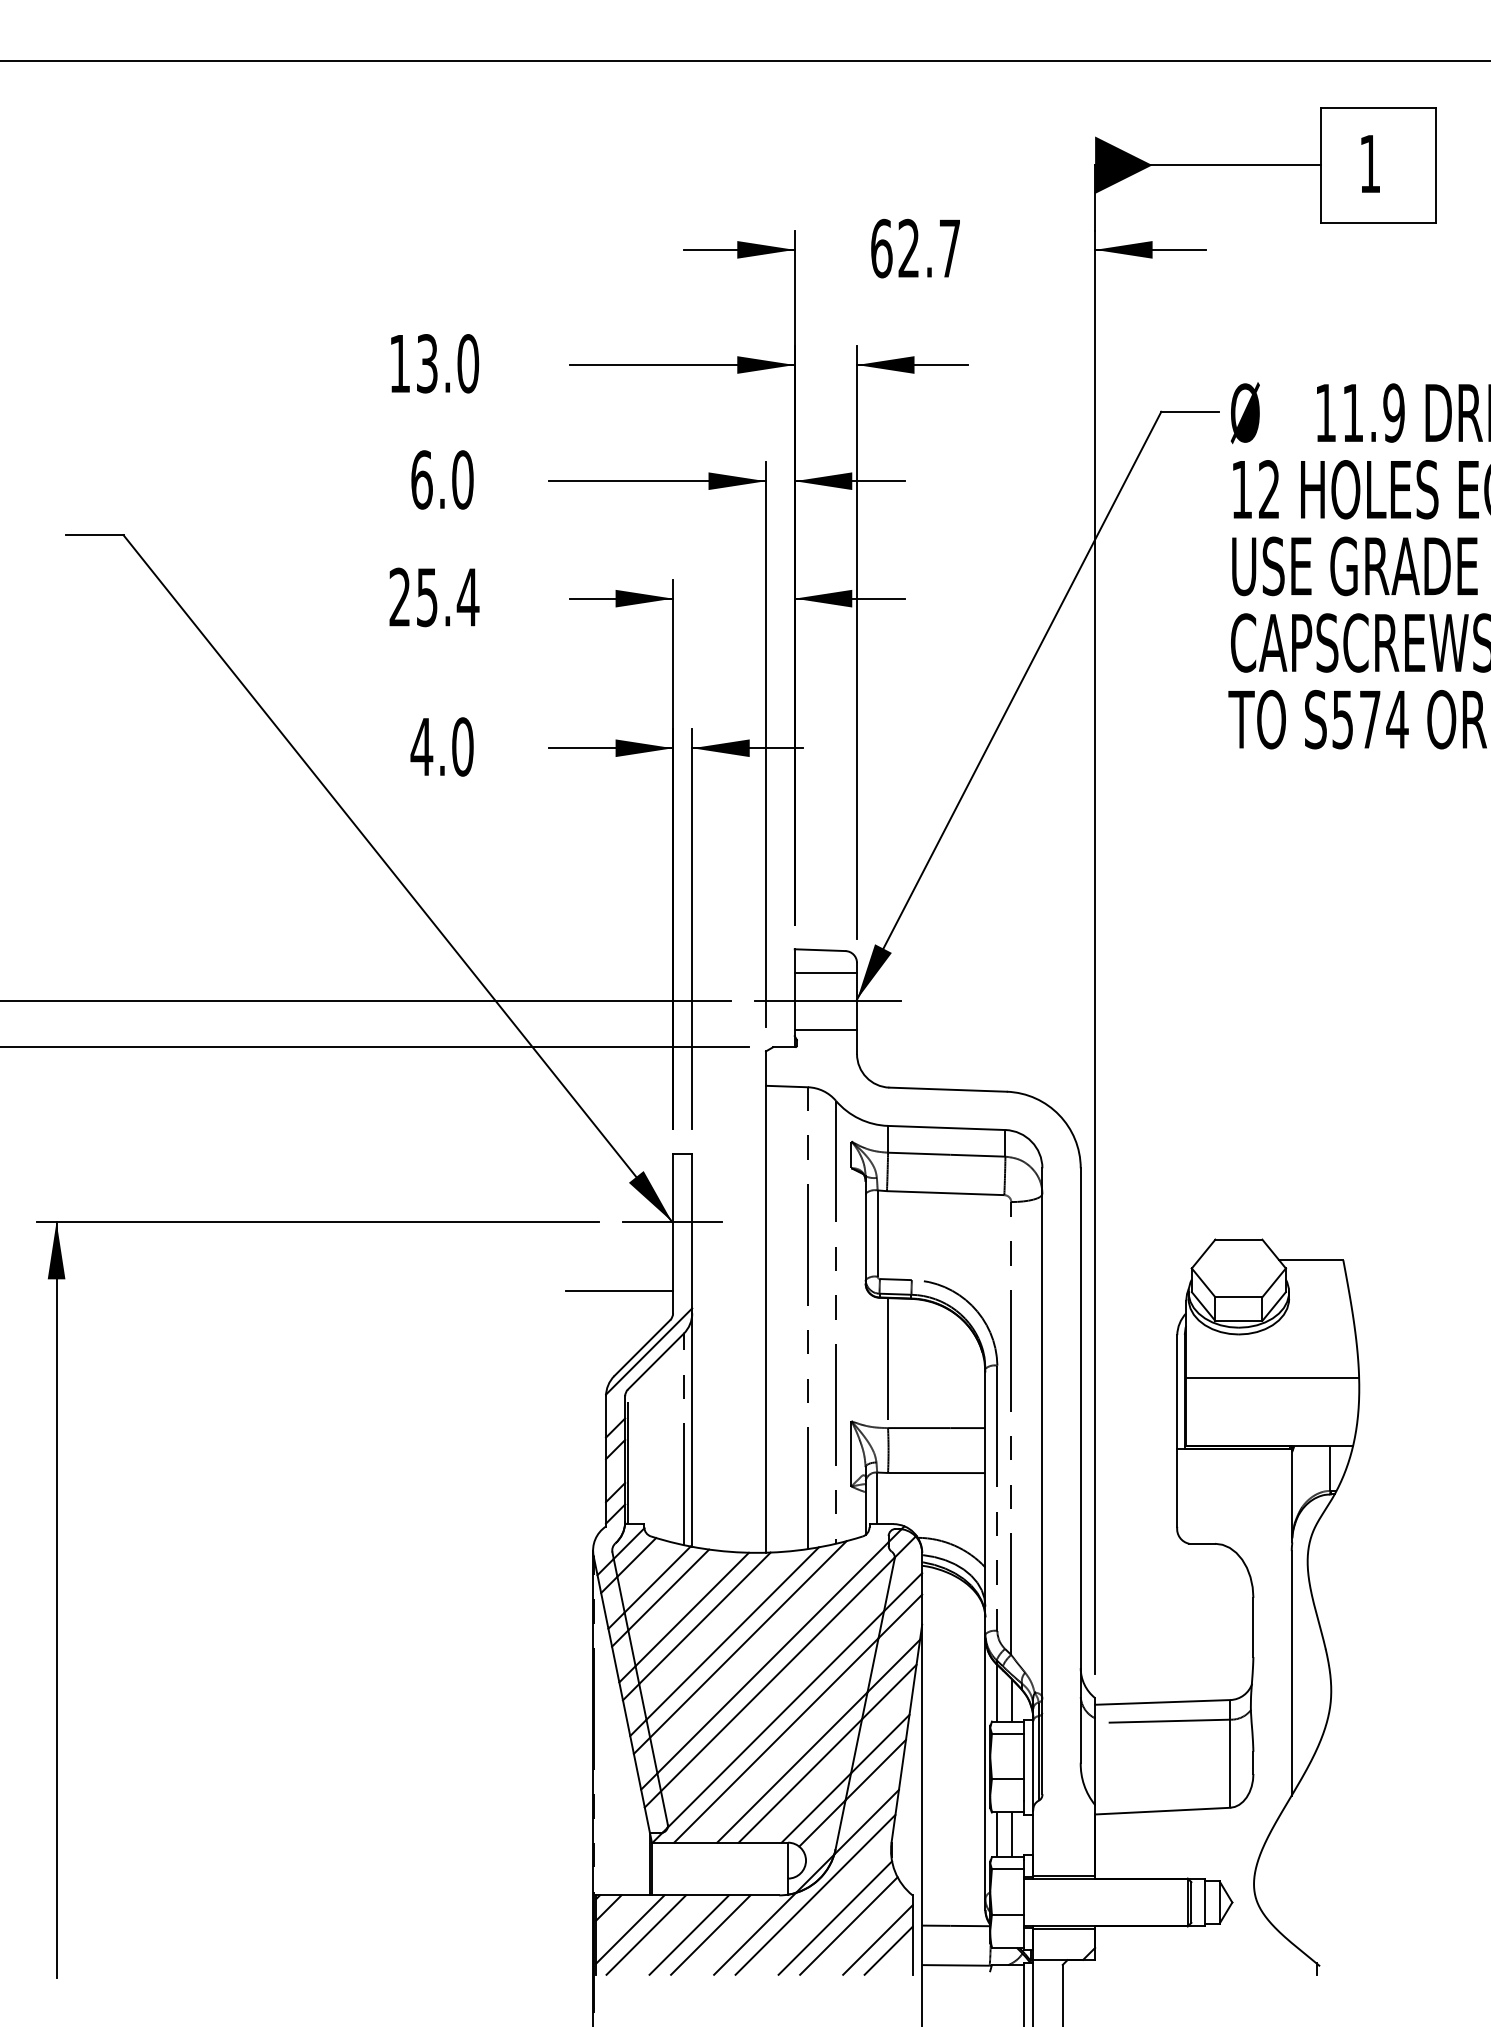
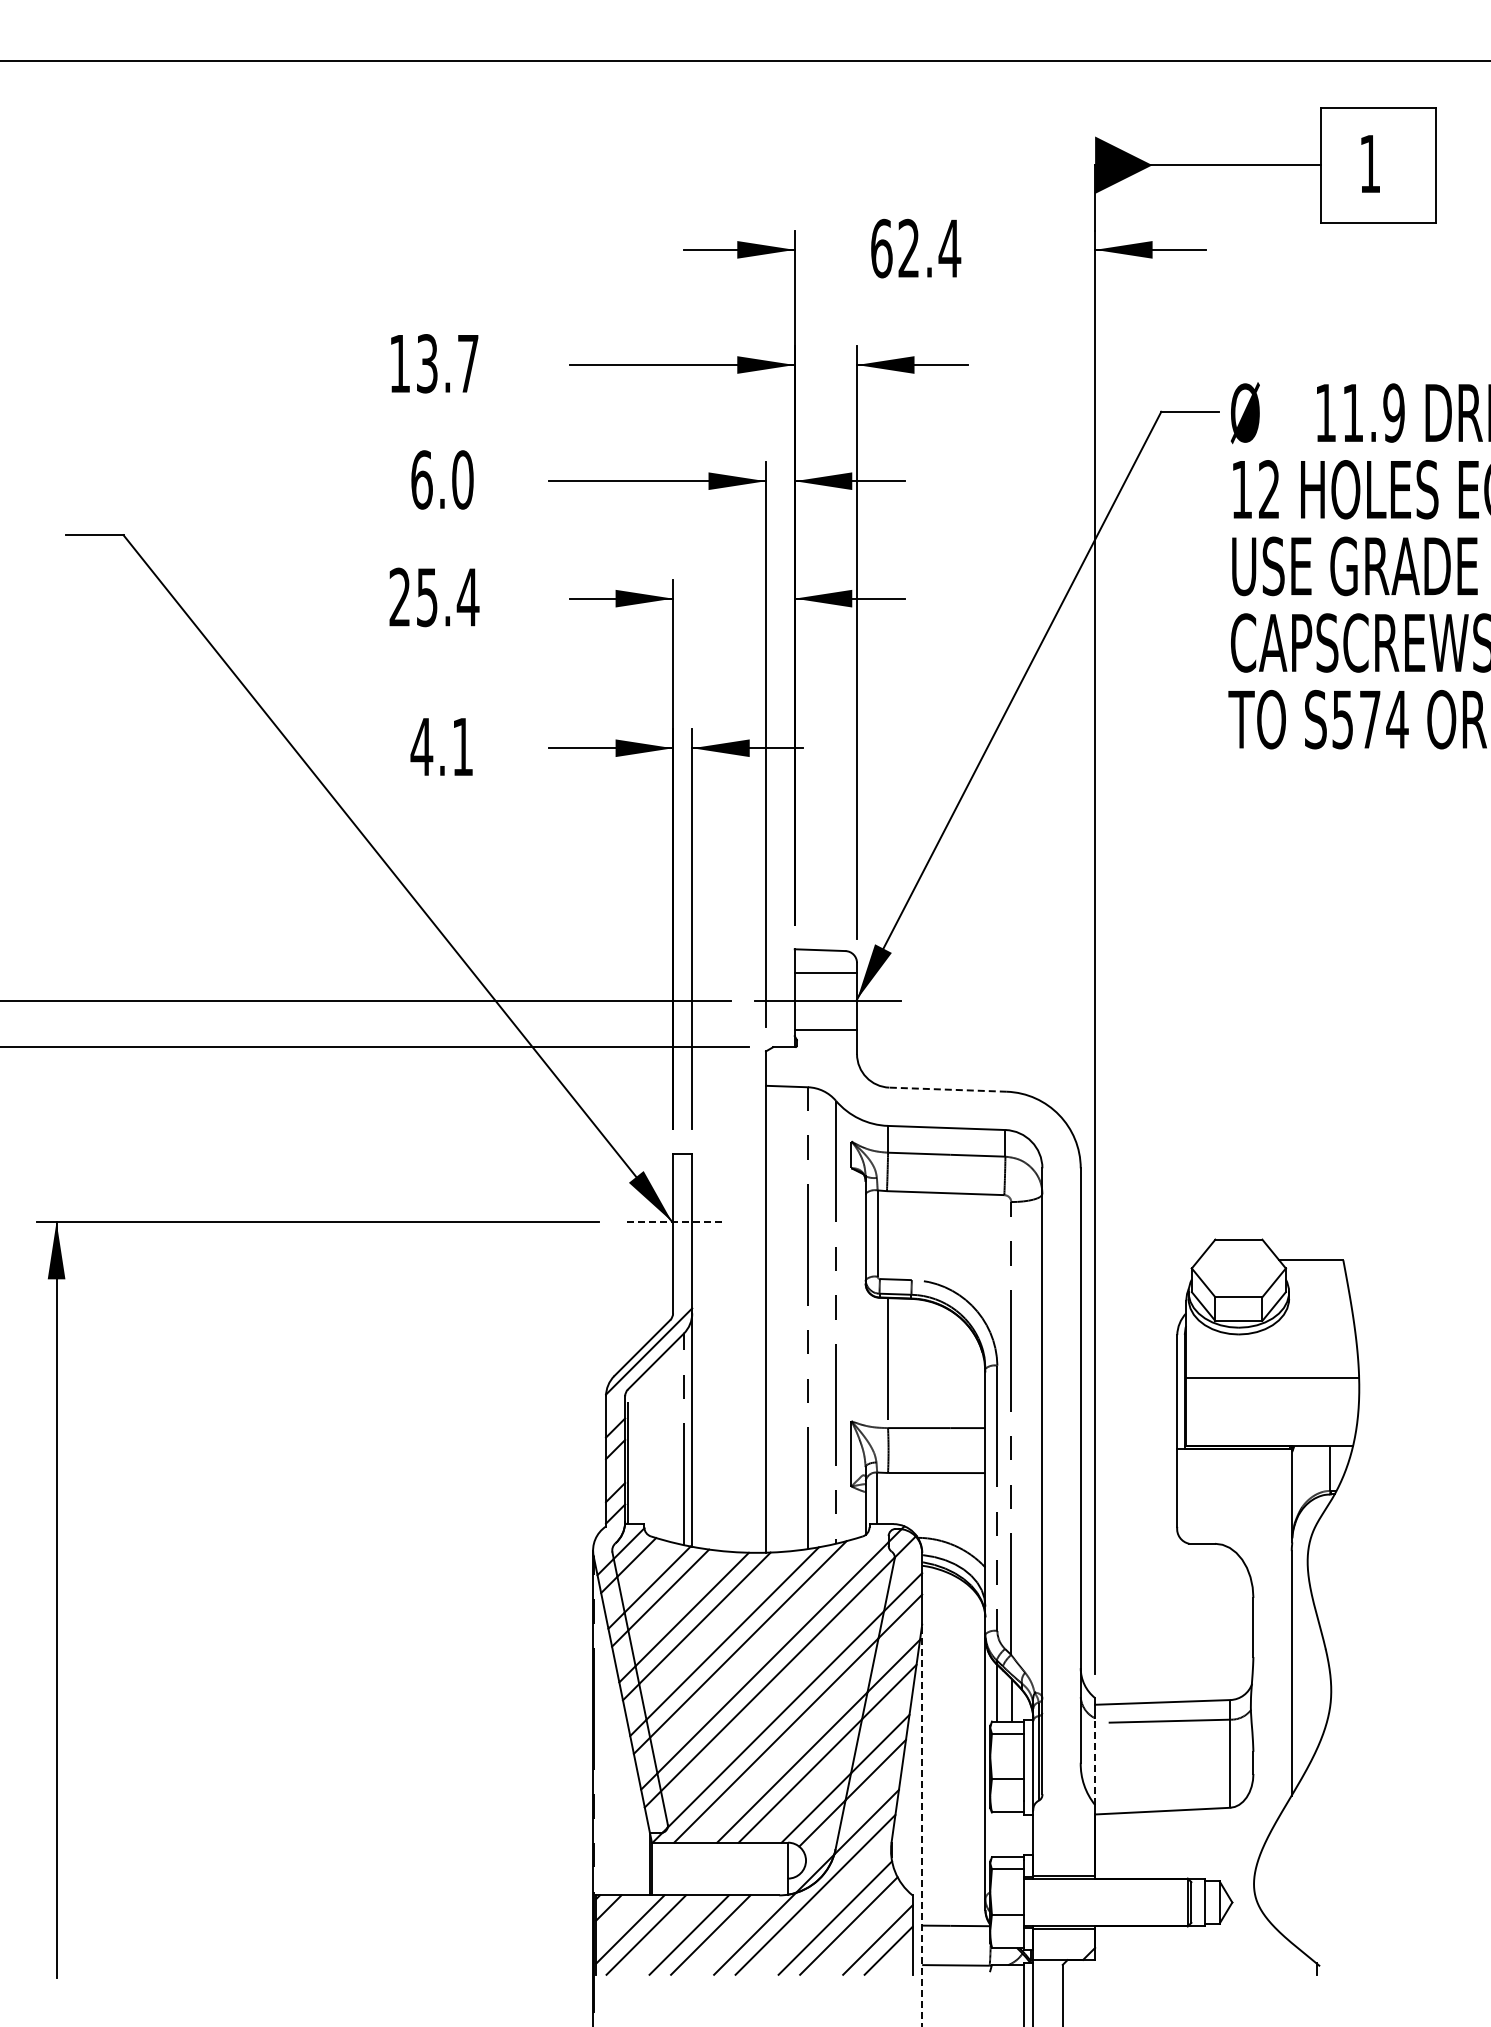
text at (949, 248): 62.7 -> 62.4
text at (468, 363): 13.0 -> 13.7
text at (462, 746): 4.0 -> 4.1
line at (948, 1089): solid -> dashed
line at (671, 1221): solid -> dashed
line at (619, 1290): present -> none
line at (1095, 1761): solid -> dashed
line at (922, 1825): solid -> dashed
line at (996, 1834): present -> none
line at (1012, 1834): present -> none
